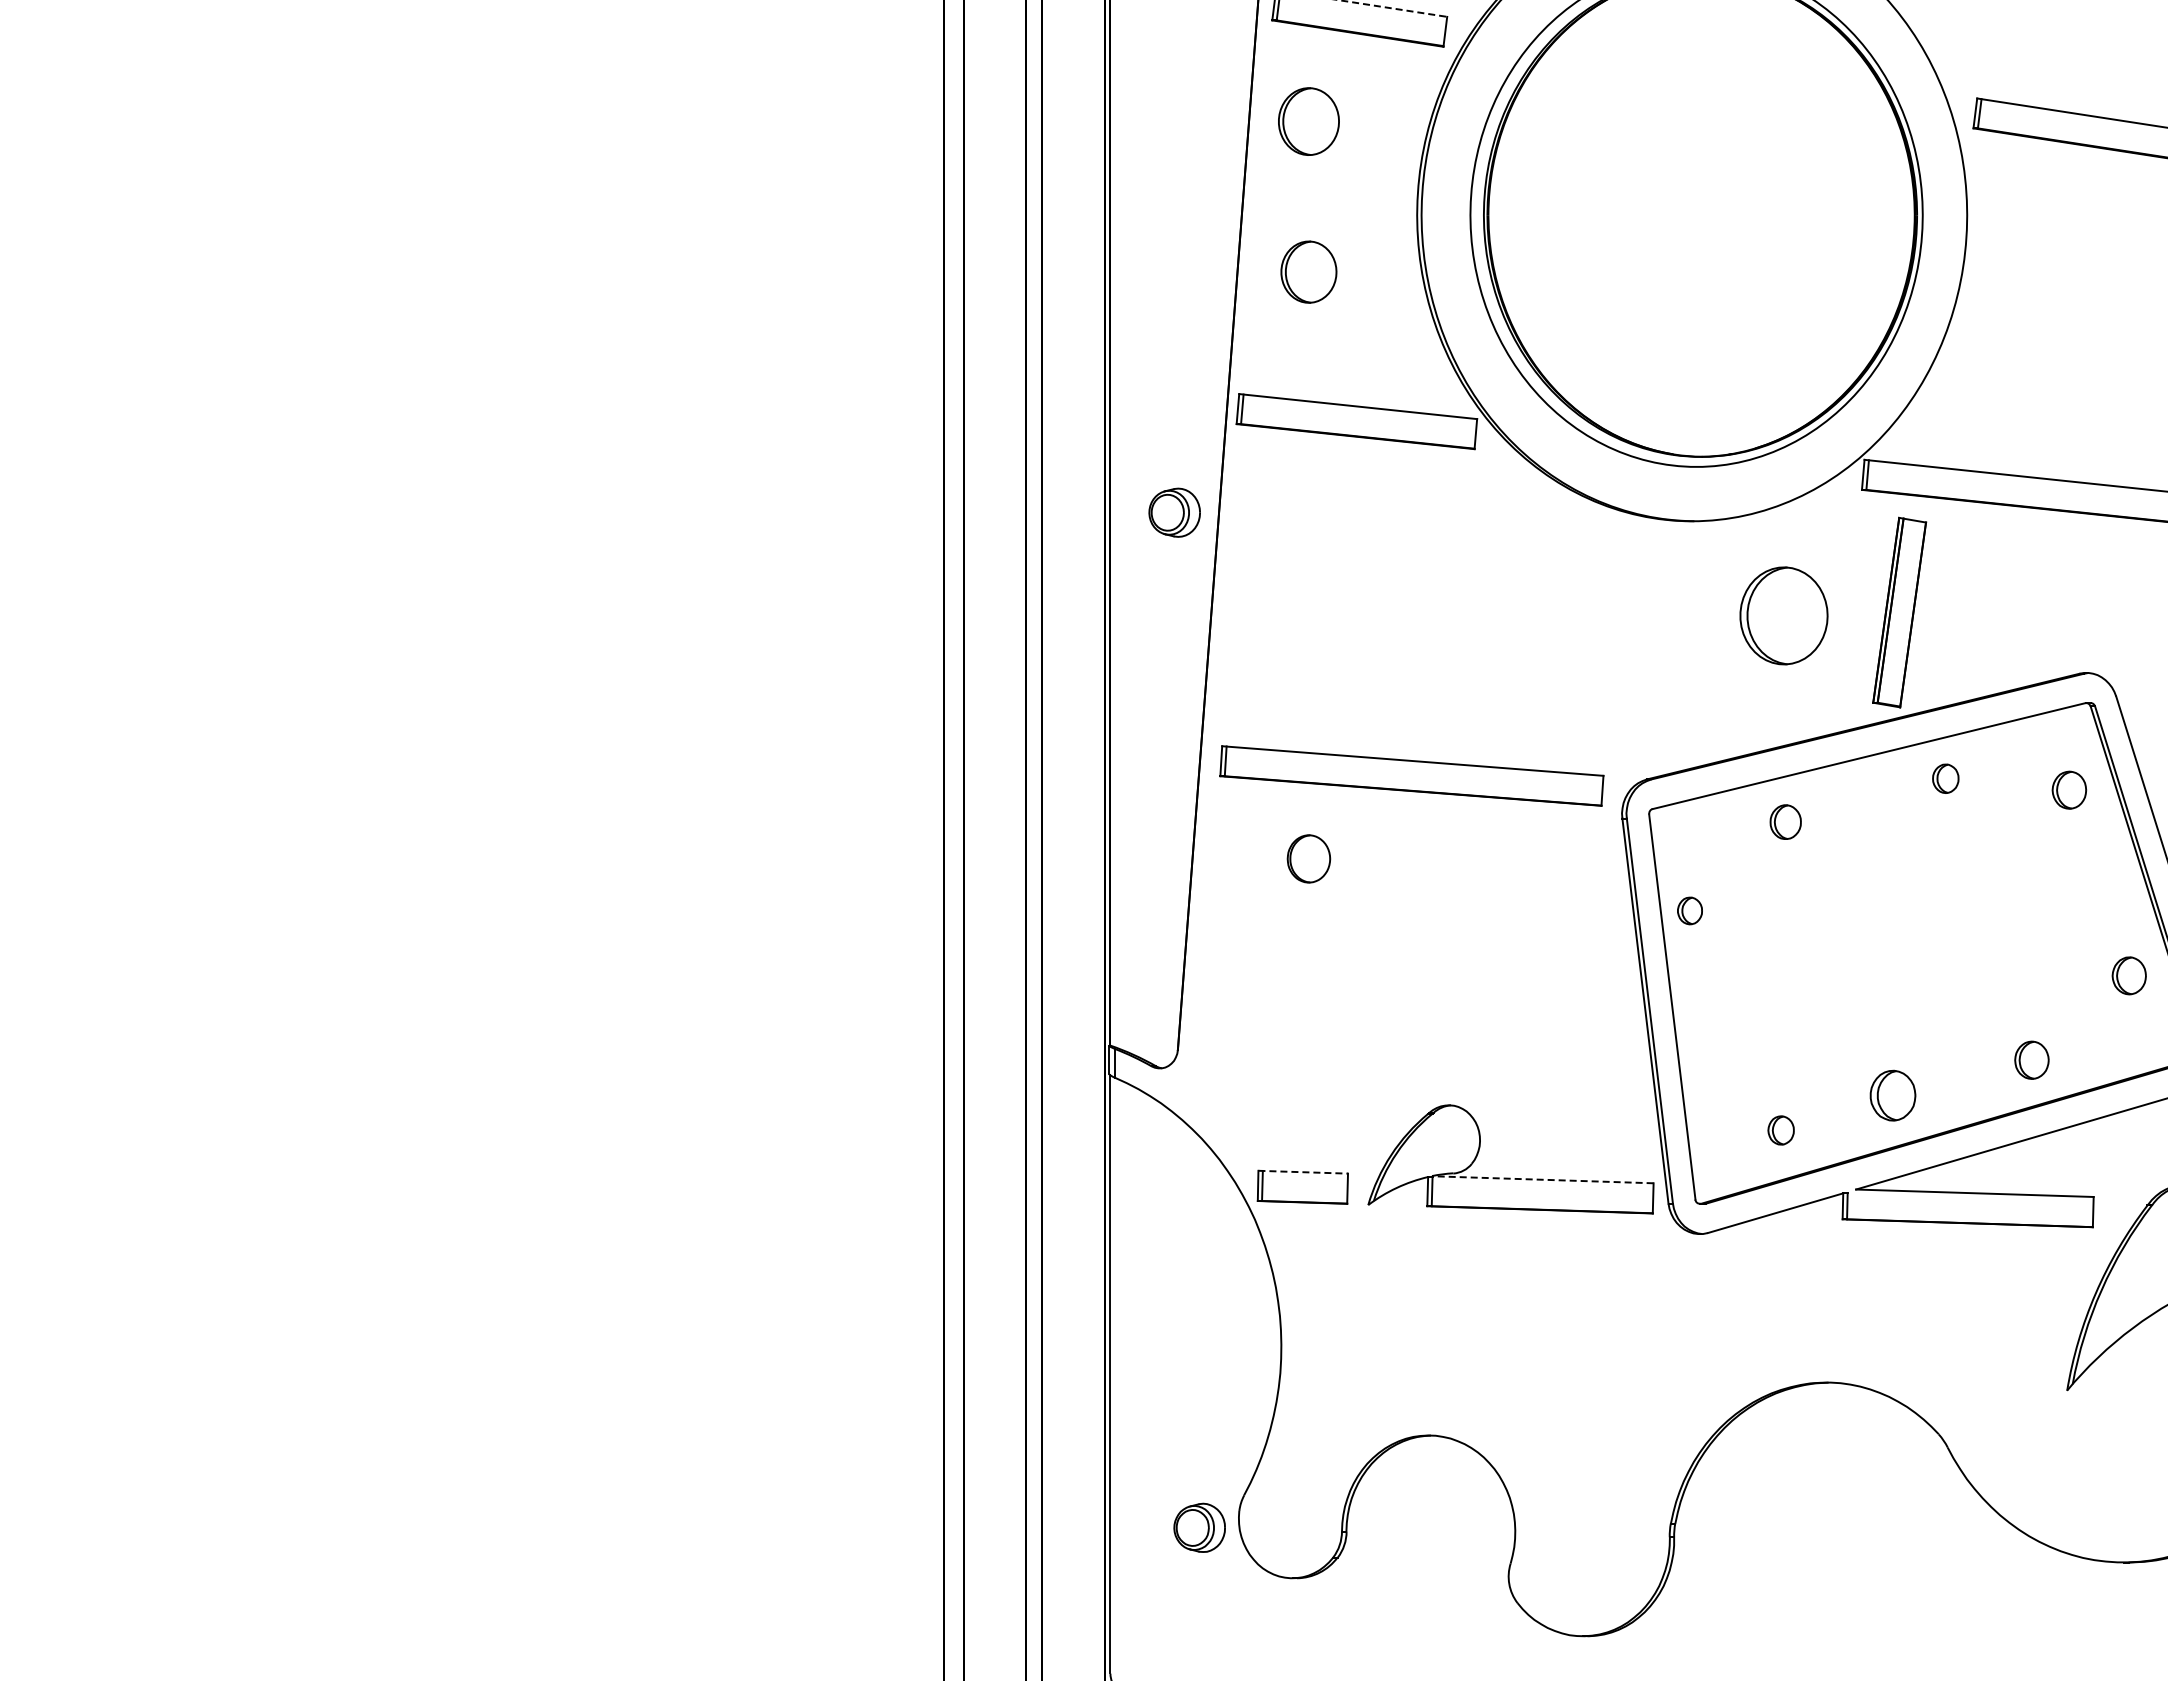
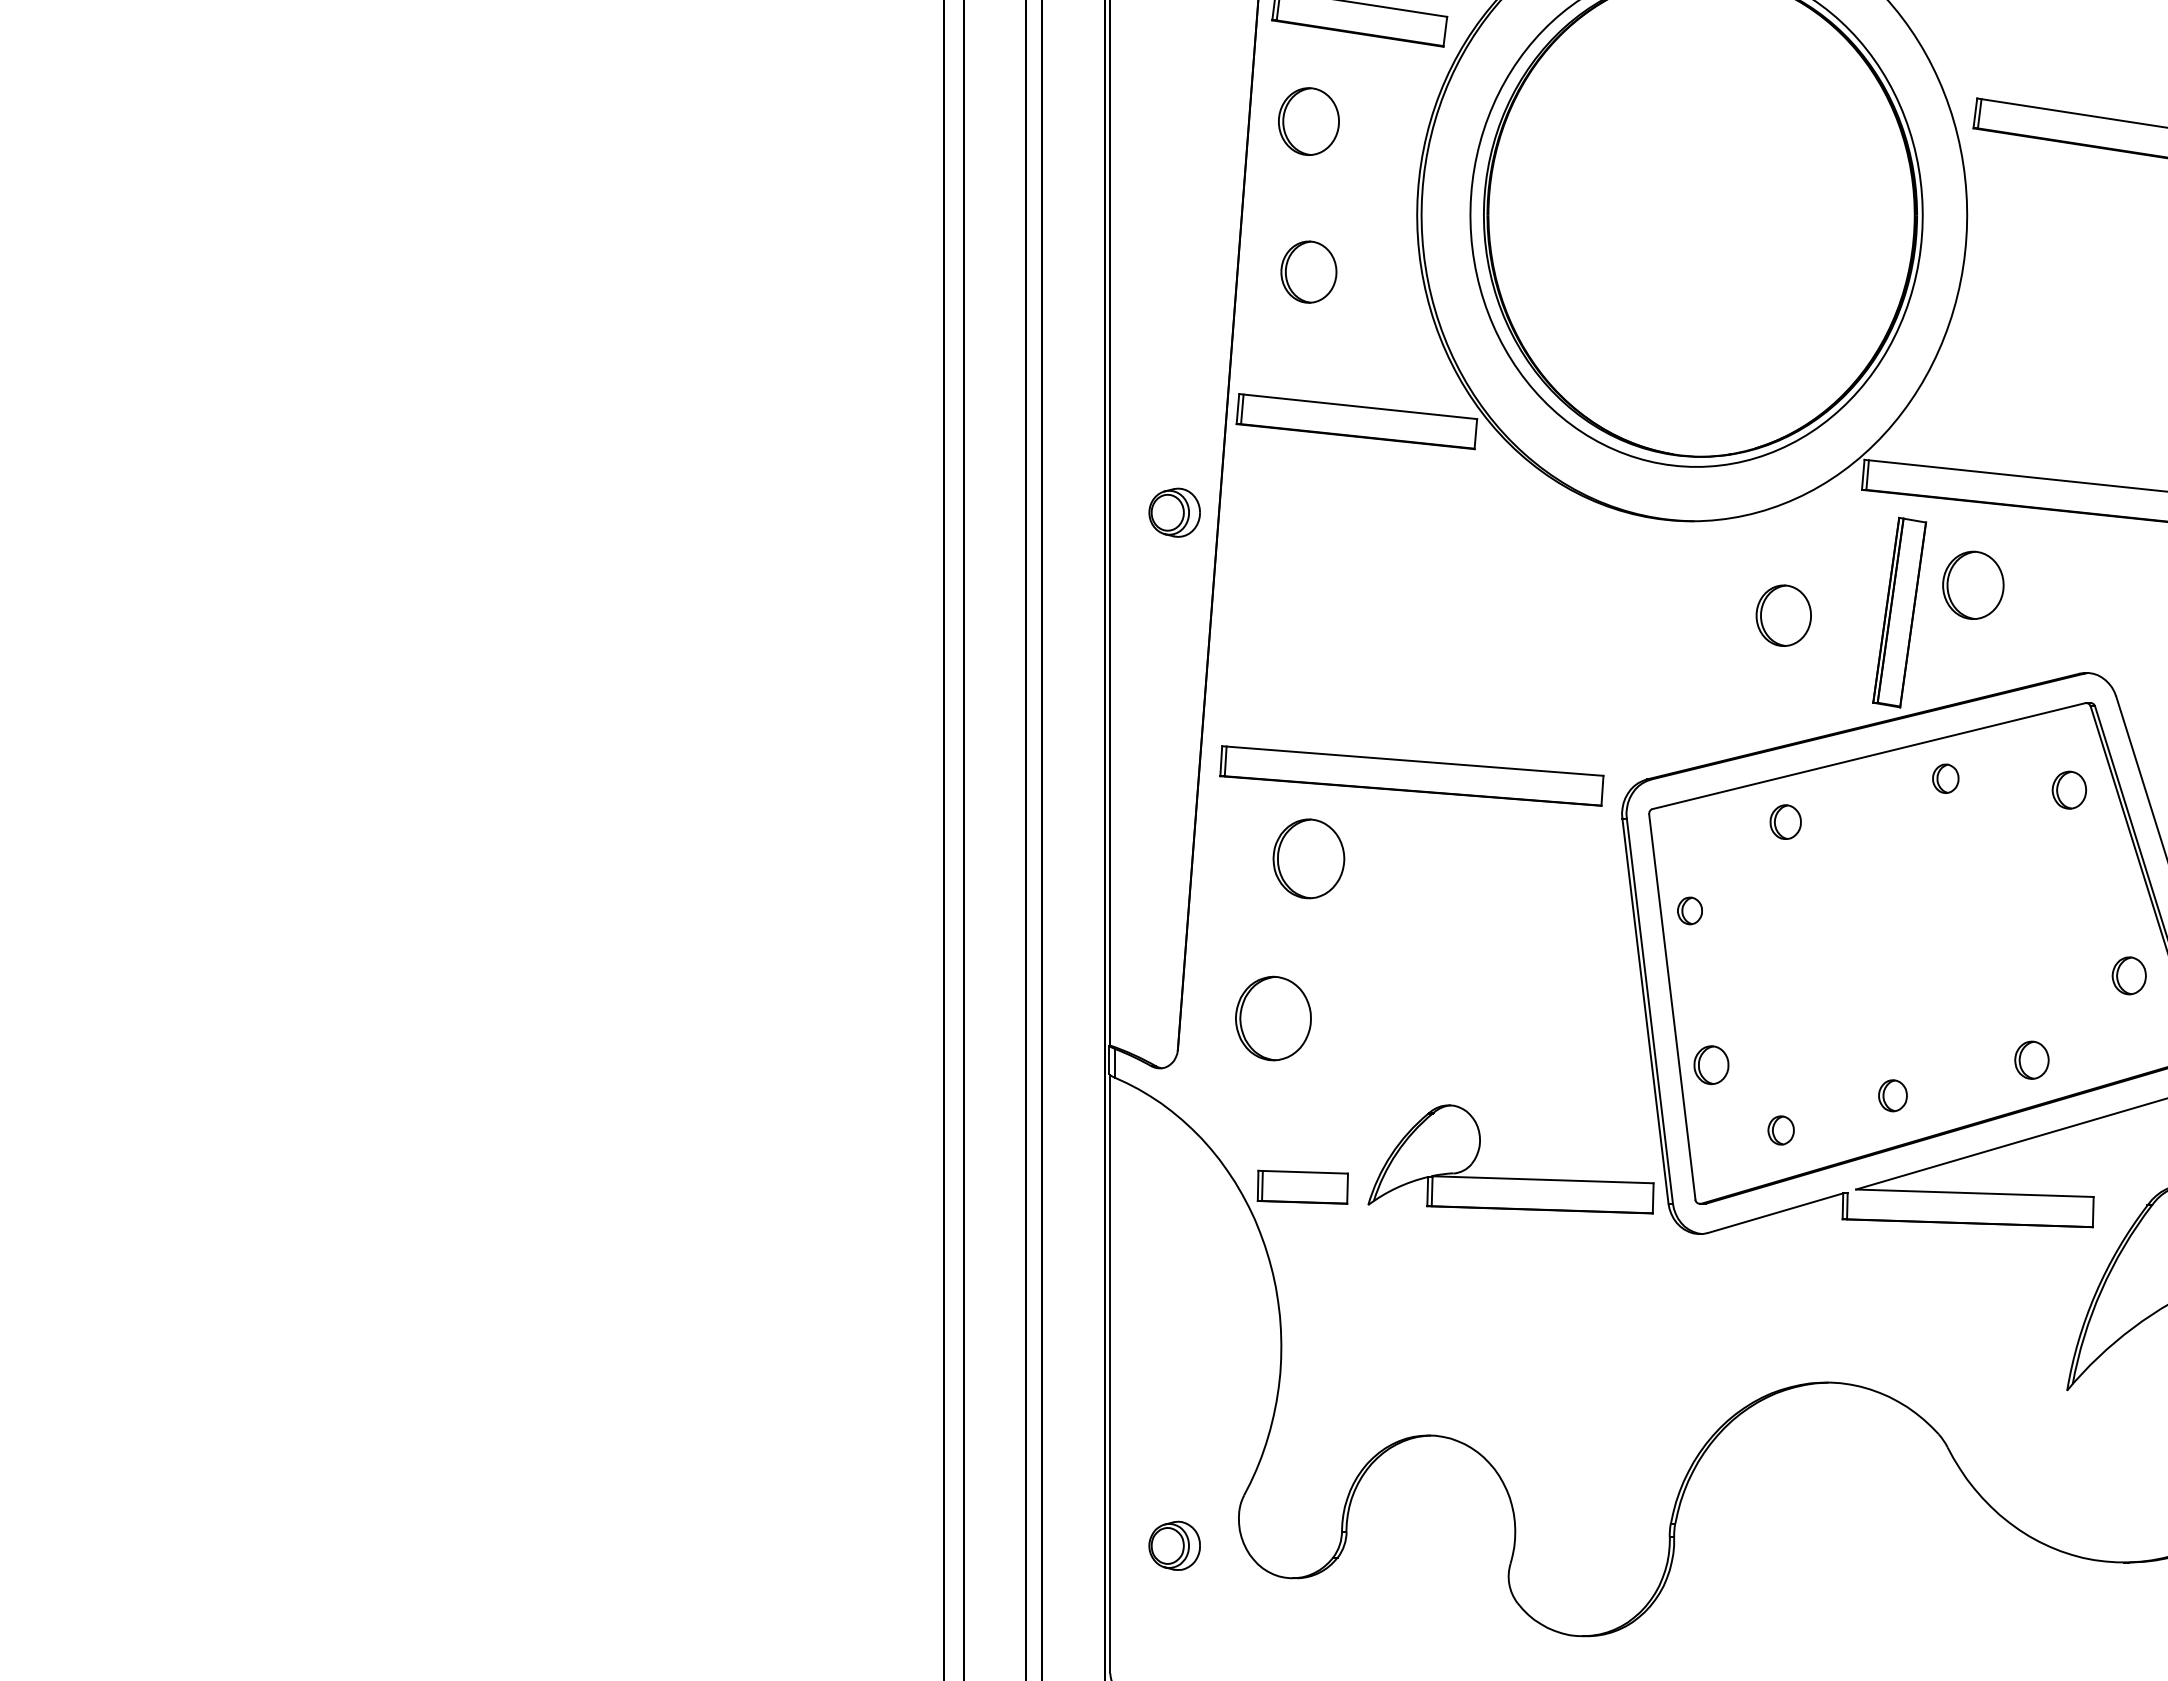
line at (1393, 8): dashed -> solid
part at (1973, 584): none -> present
part at (1783, 615) size: 90x100 px -> 57x63 px
part at (1308, 858) size: 46x50 px -> 74x82 px
part at (1273, 1018): none -> present
part at (1711, 1065): none -> present
part at (1892, 1095) size: 48x53 px -> 30x34 px
line at (1303, 1172): dashed -> solid
line at (1542, 1179): dashed -> solid
part at (1199, 1527) position: (1199, 1527) -> (1174, 1545)
